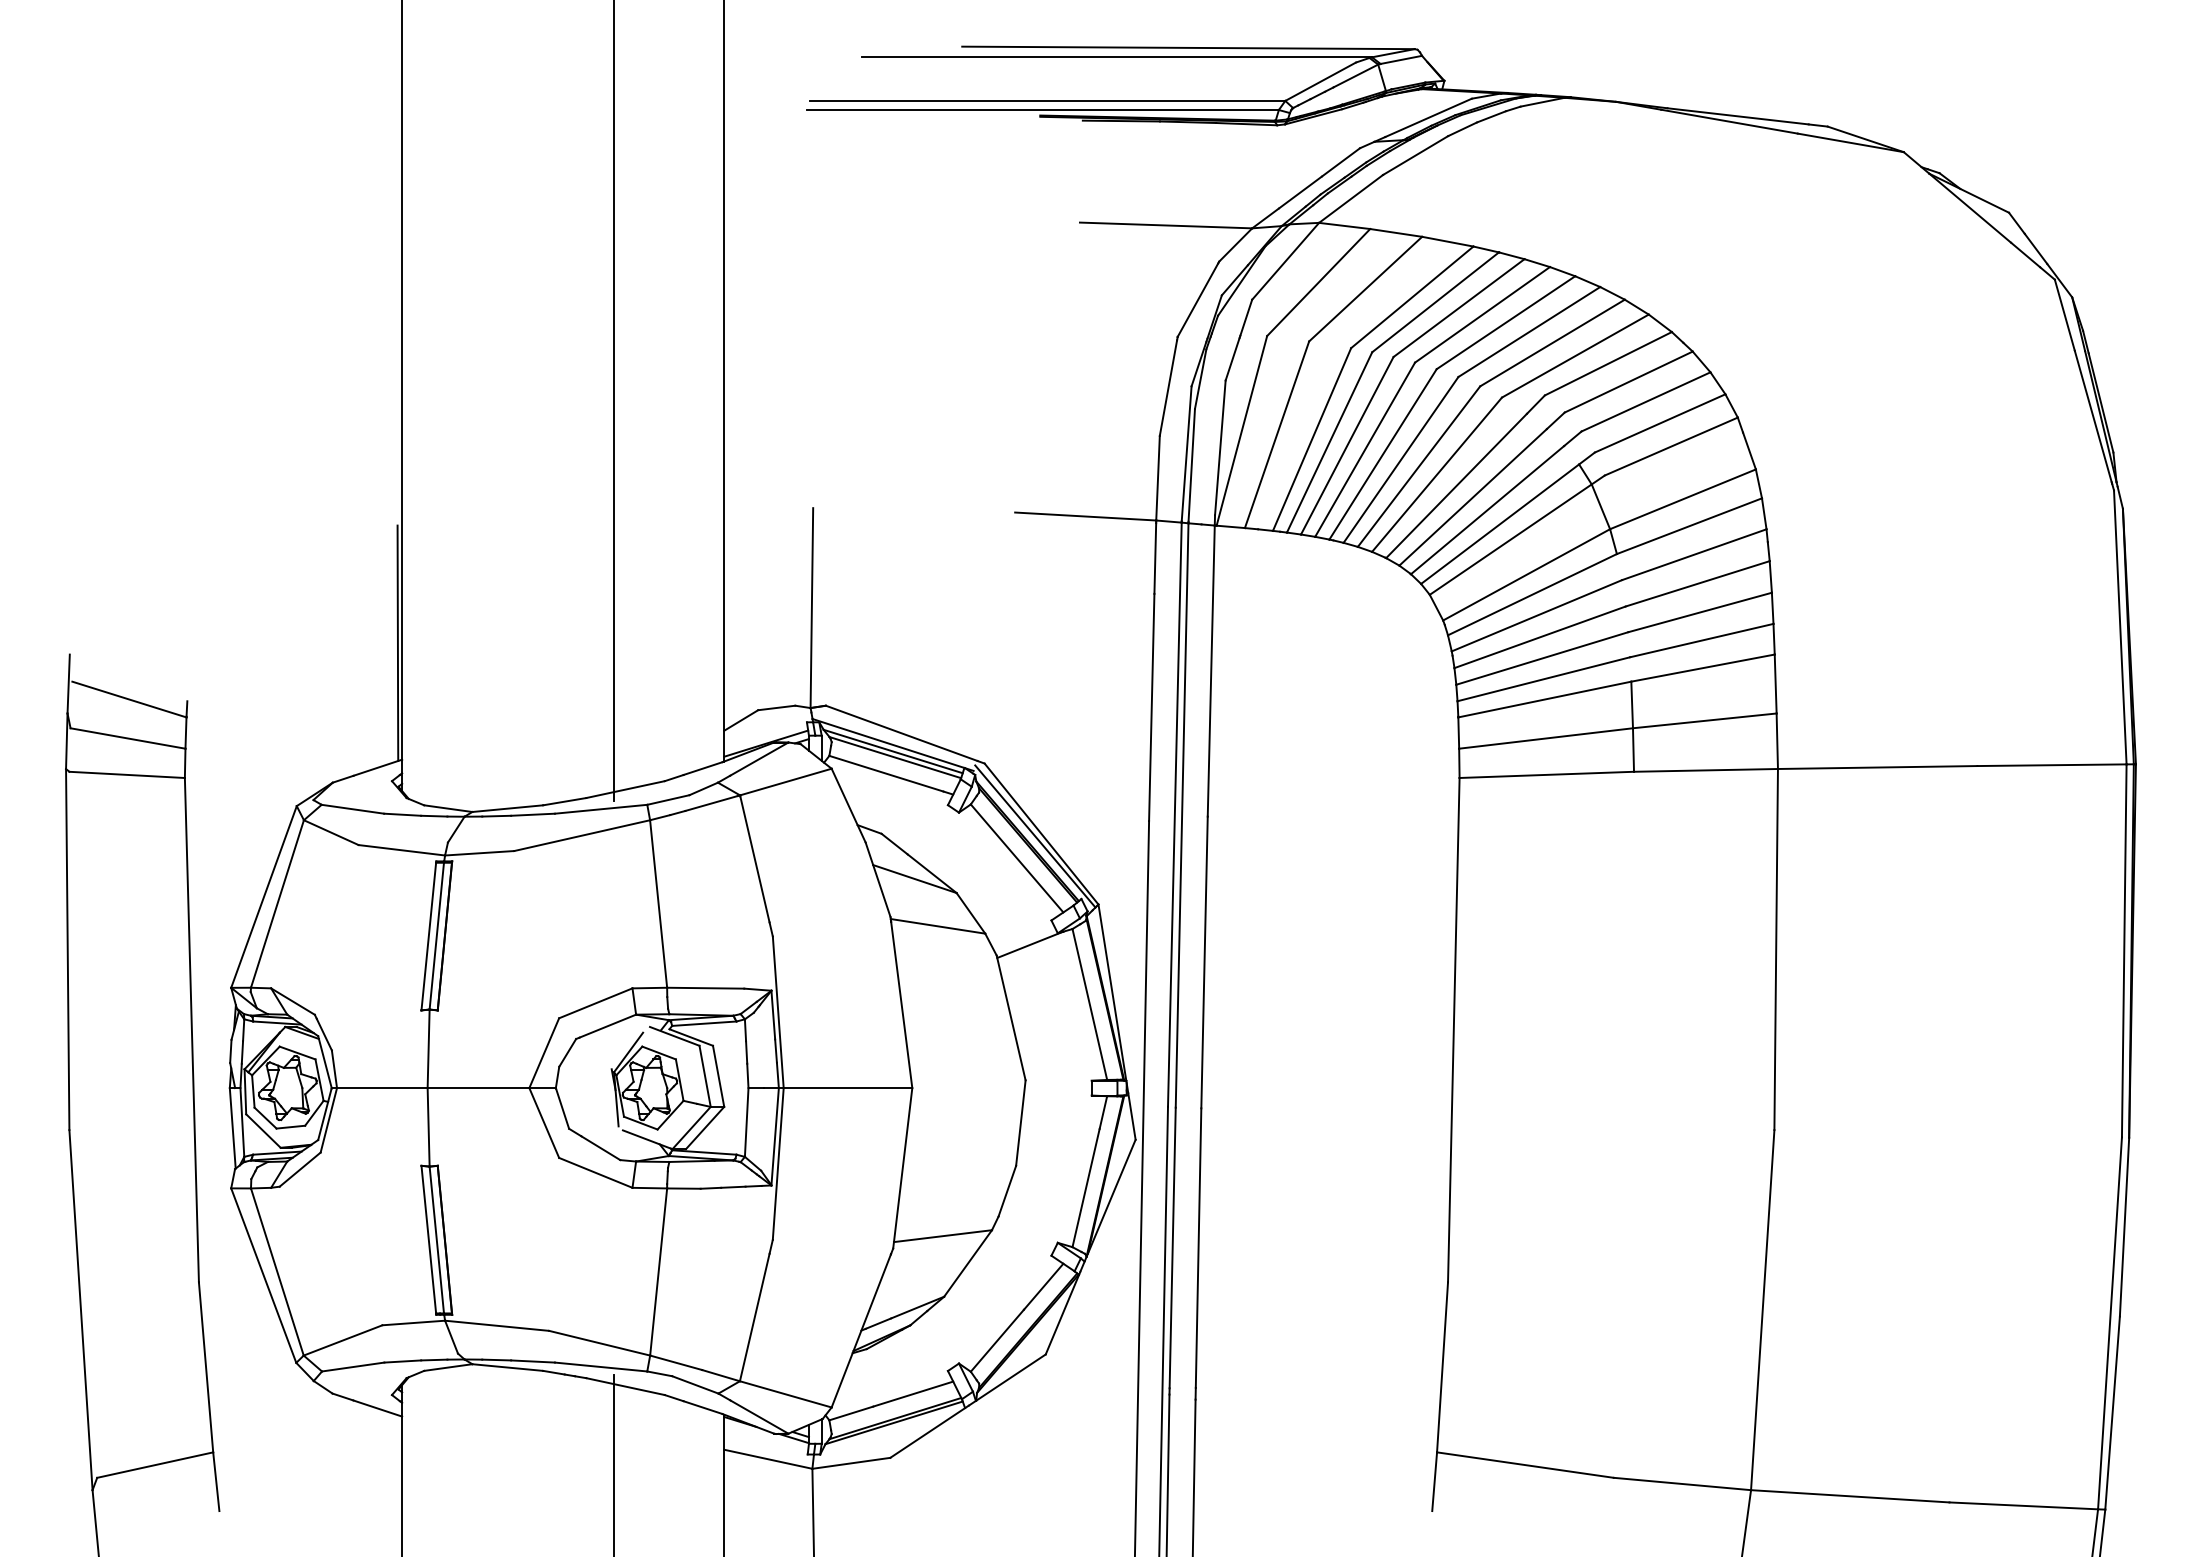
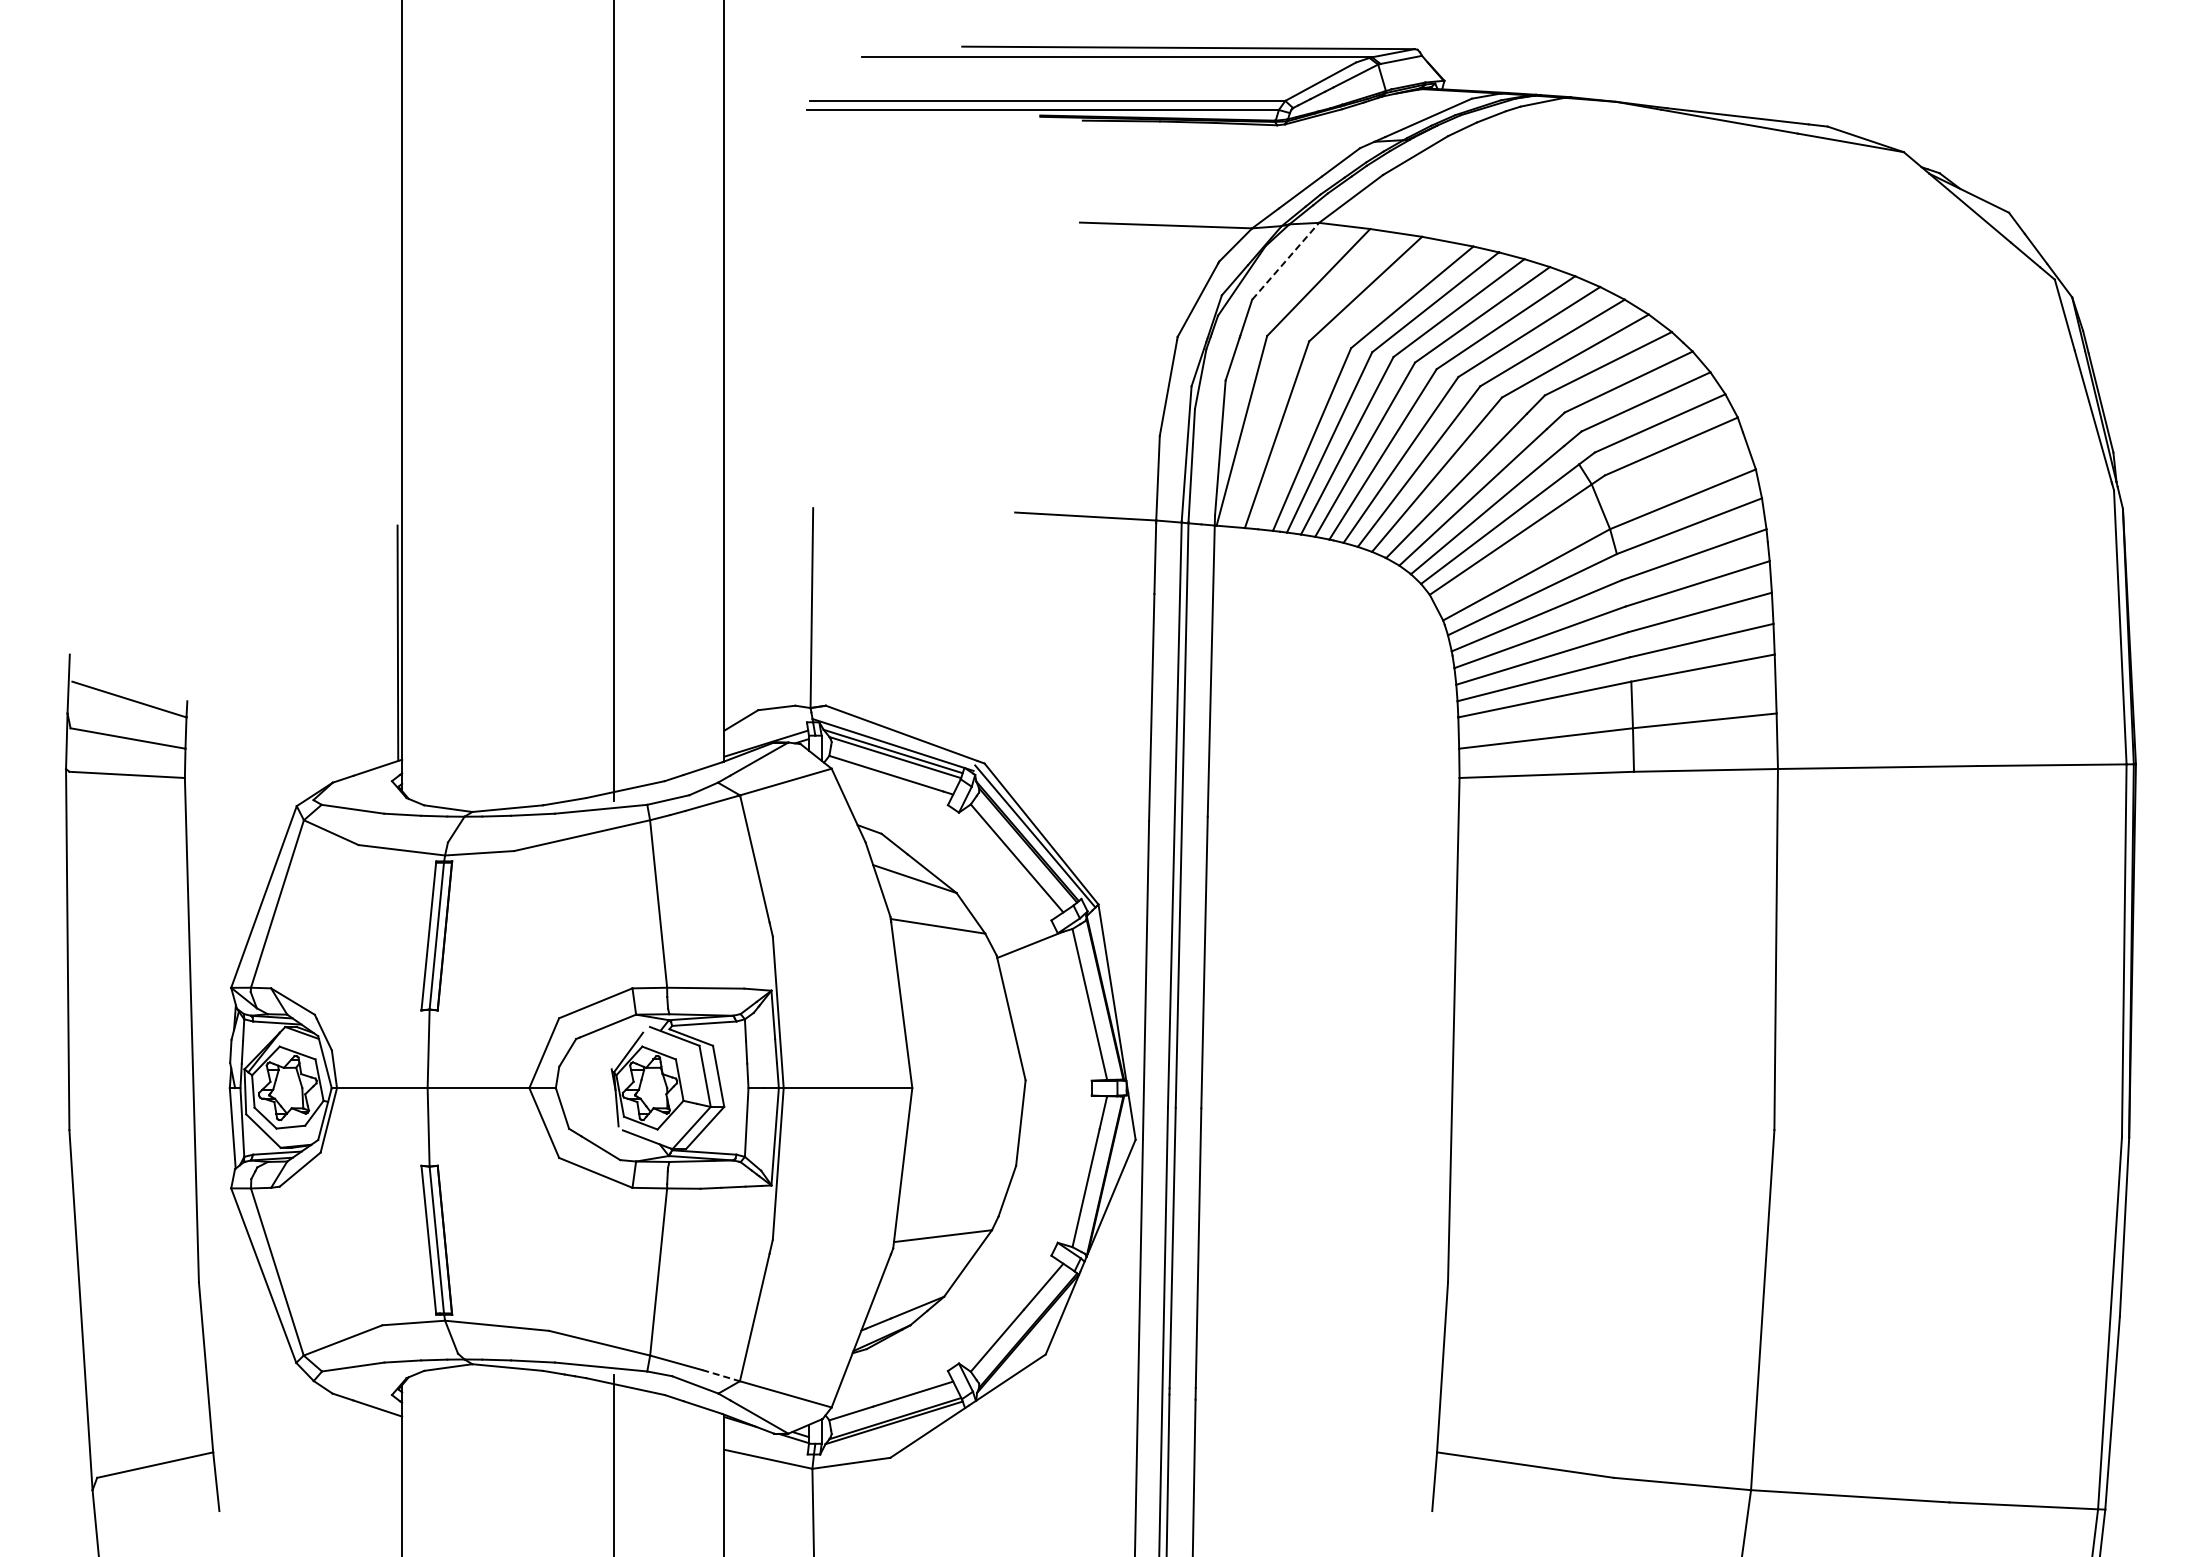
line at (1285, 261): solid -> dashed
line at (721, 1375): solid -> dashed
